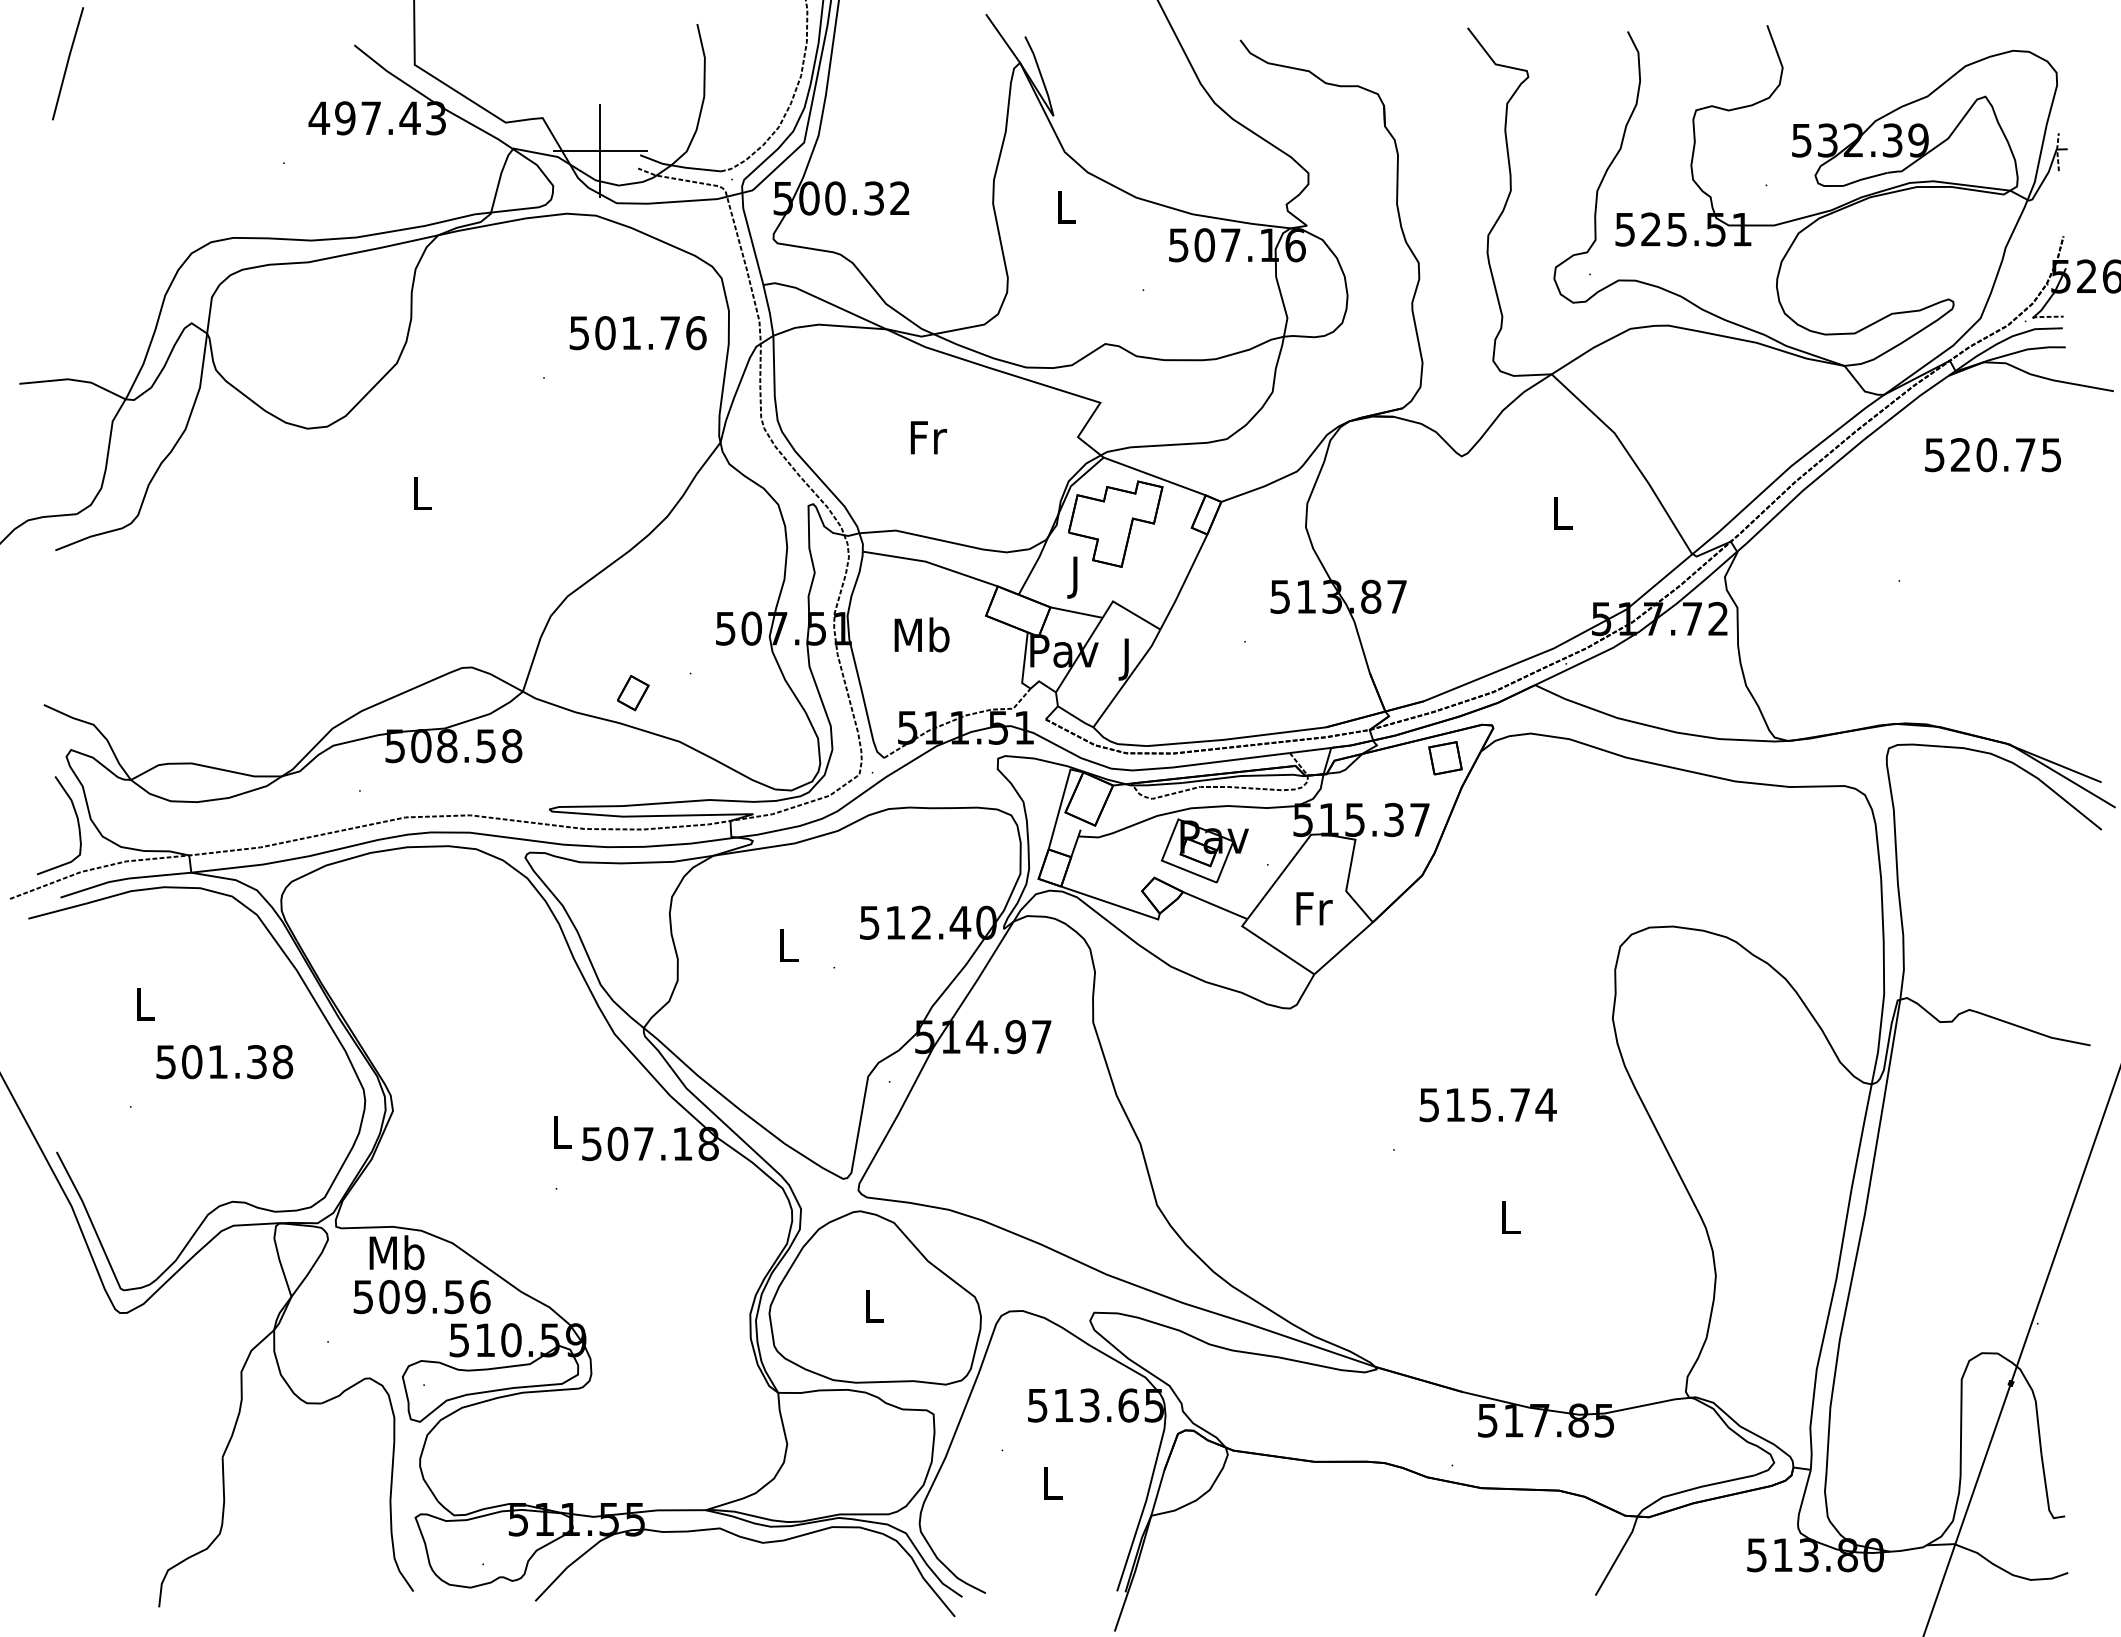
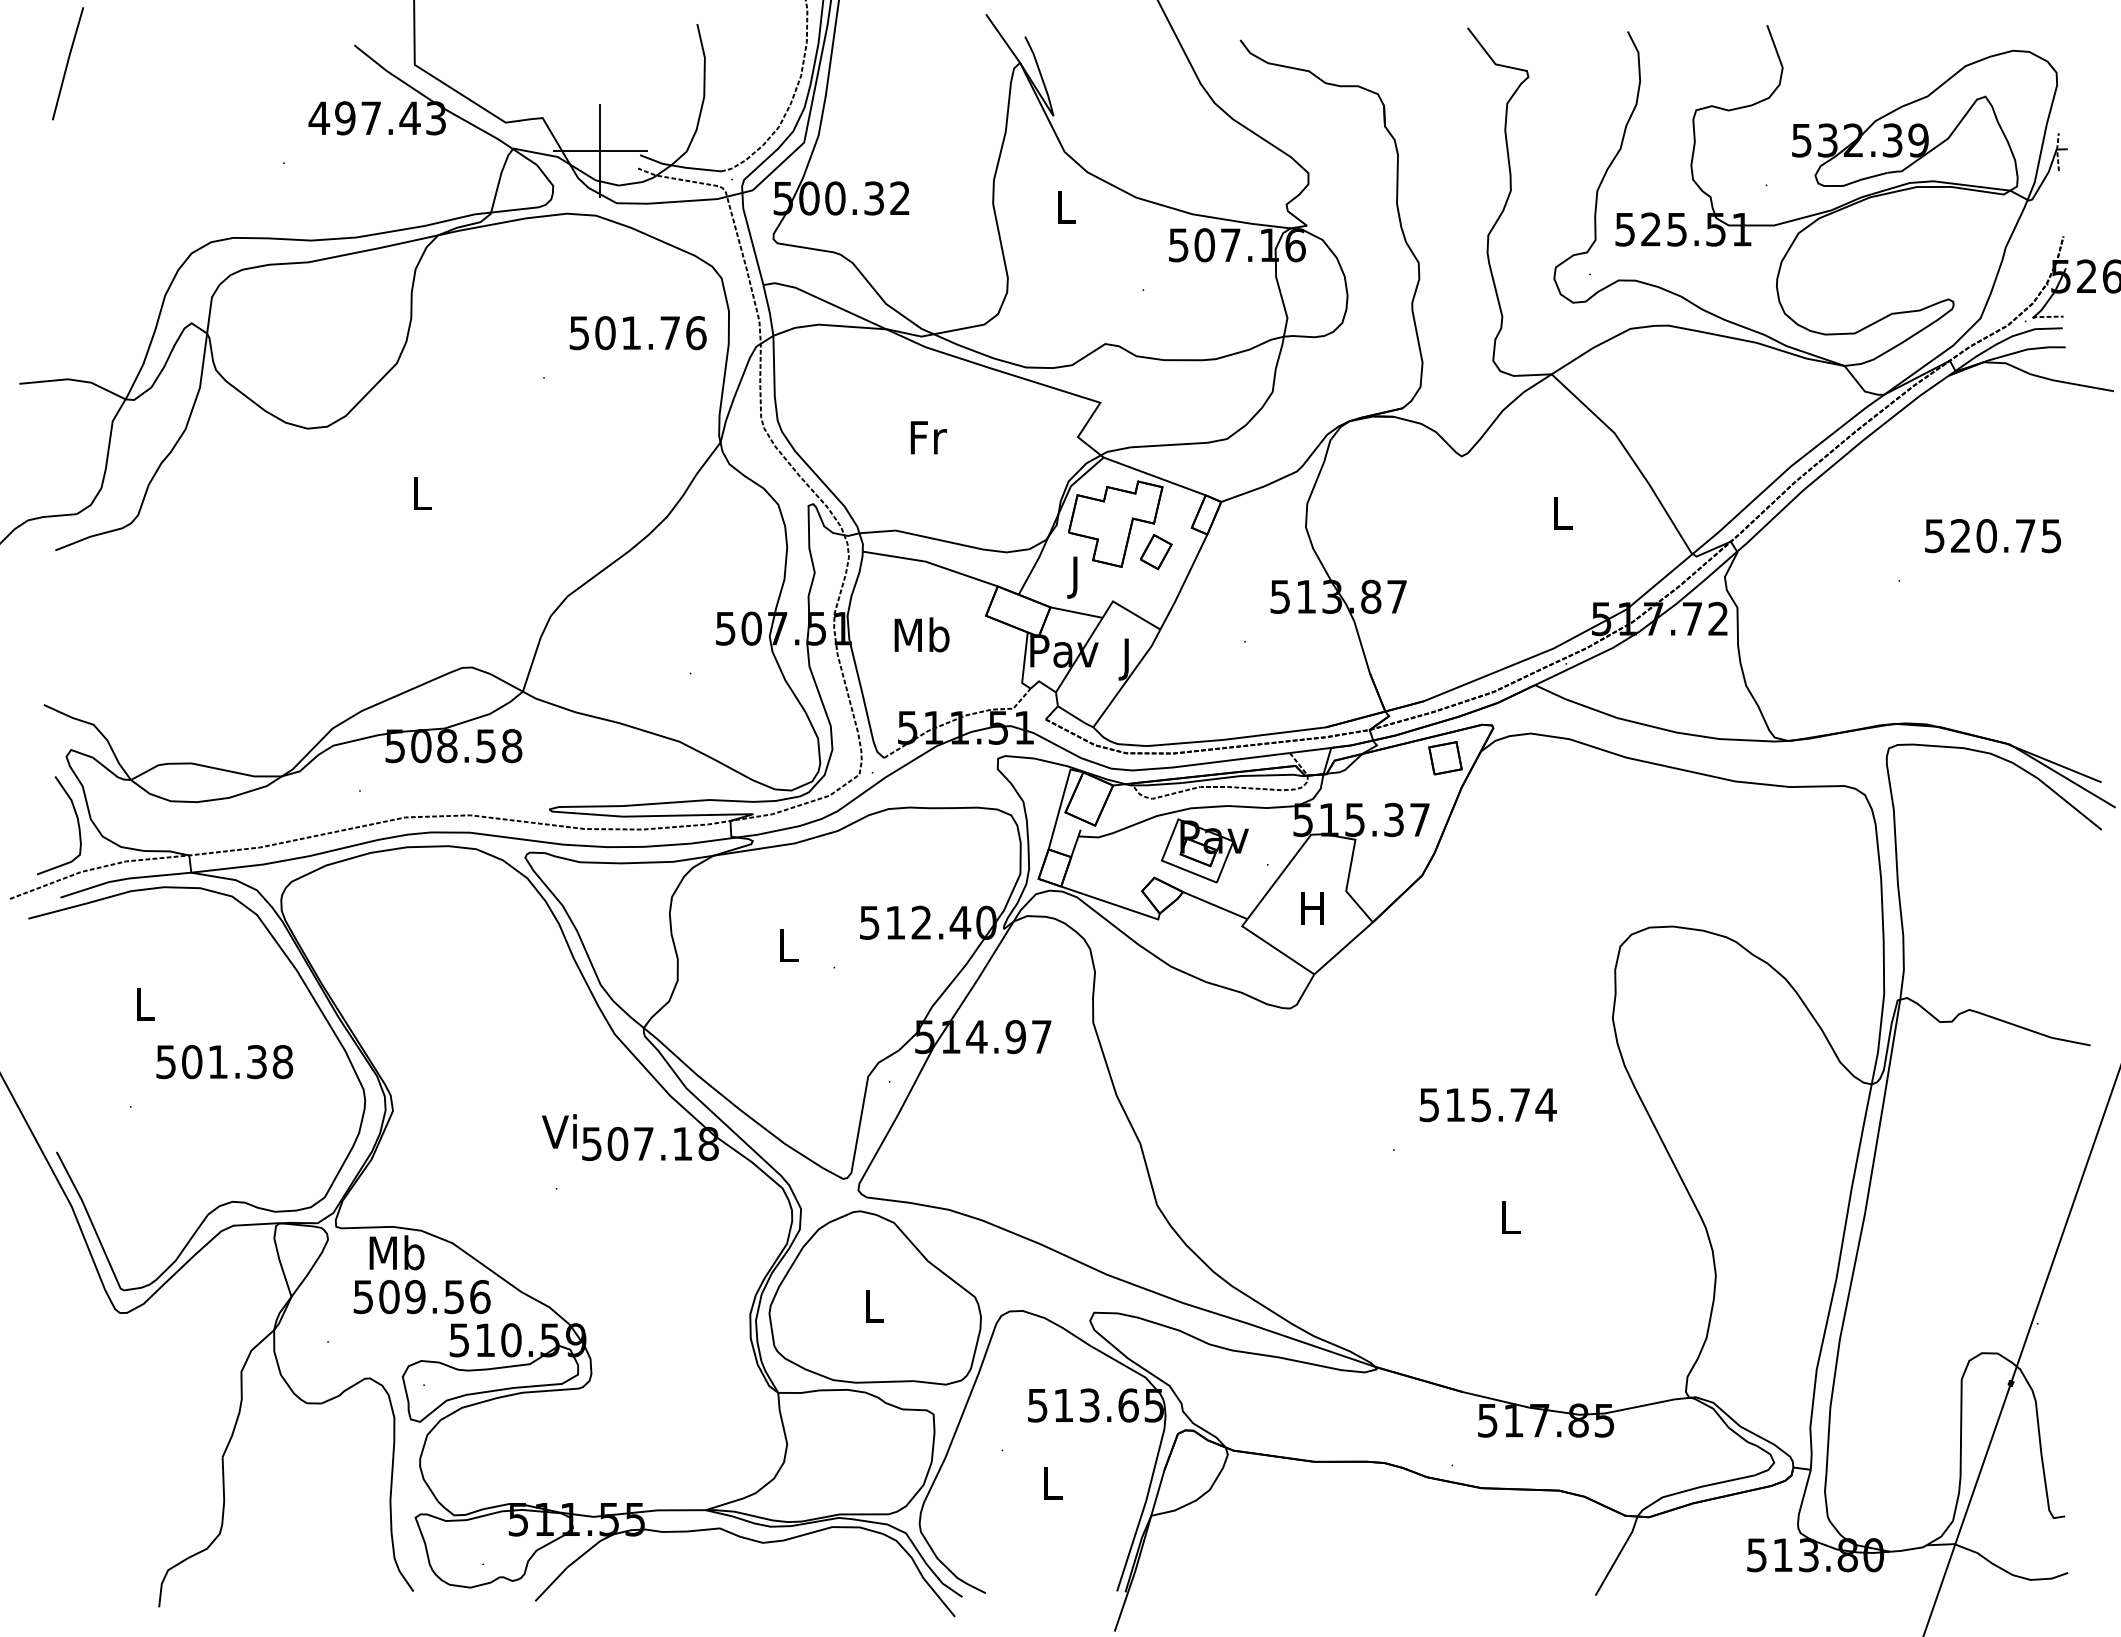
text at (1992, 455) position: (1992, 455) -> (1992, 536)
part at (633, 693) position: (633, 693) -> (1156, 552)
text at (1314, 908): Fr -> H
text at (559, 1131): L -> Vi
